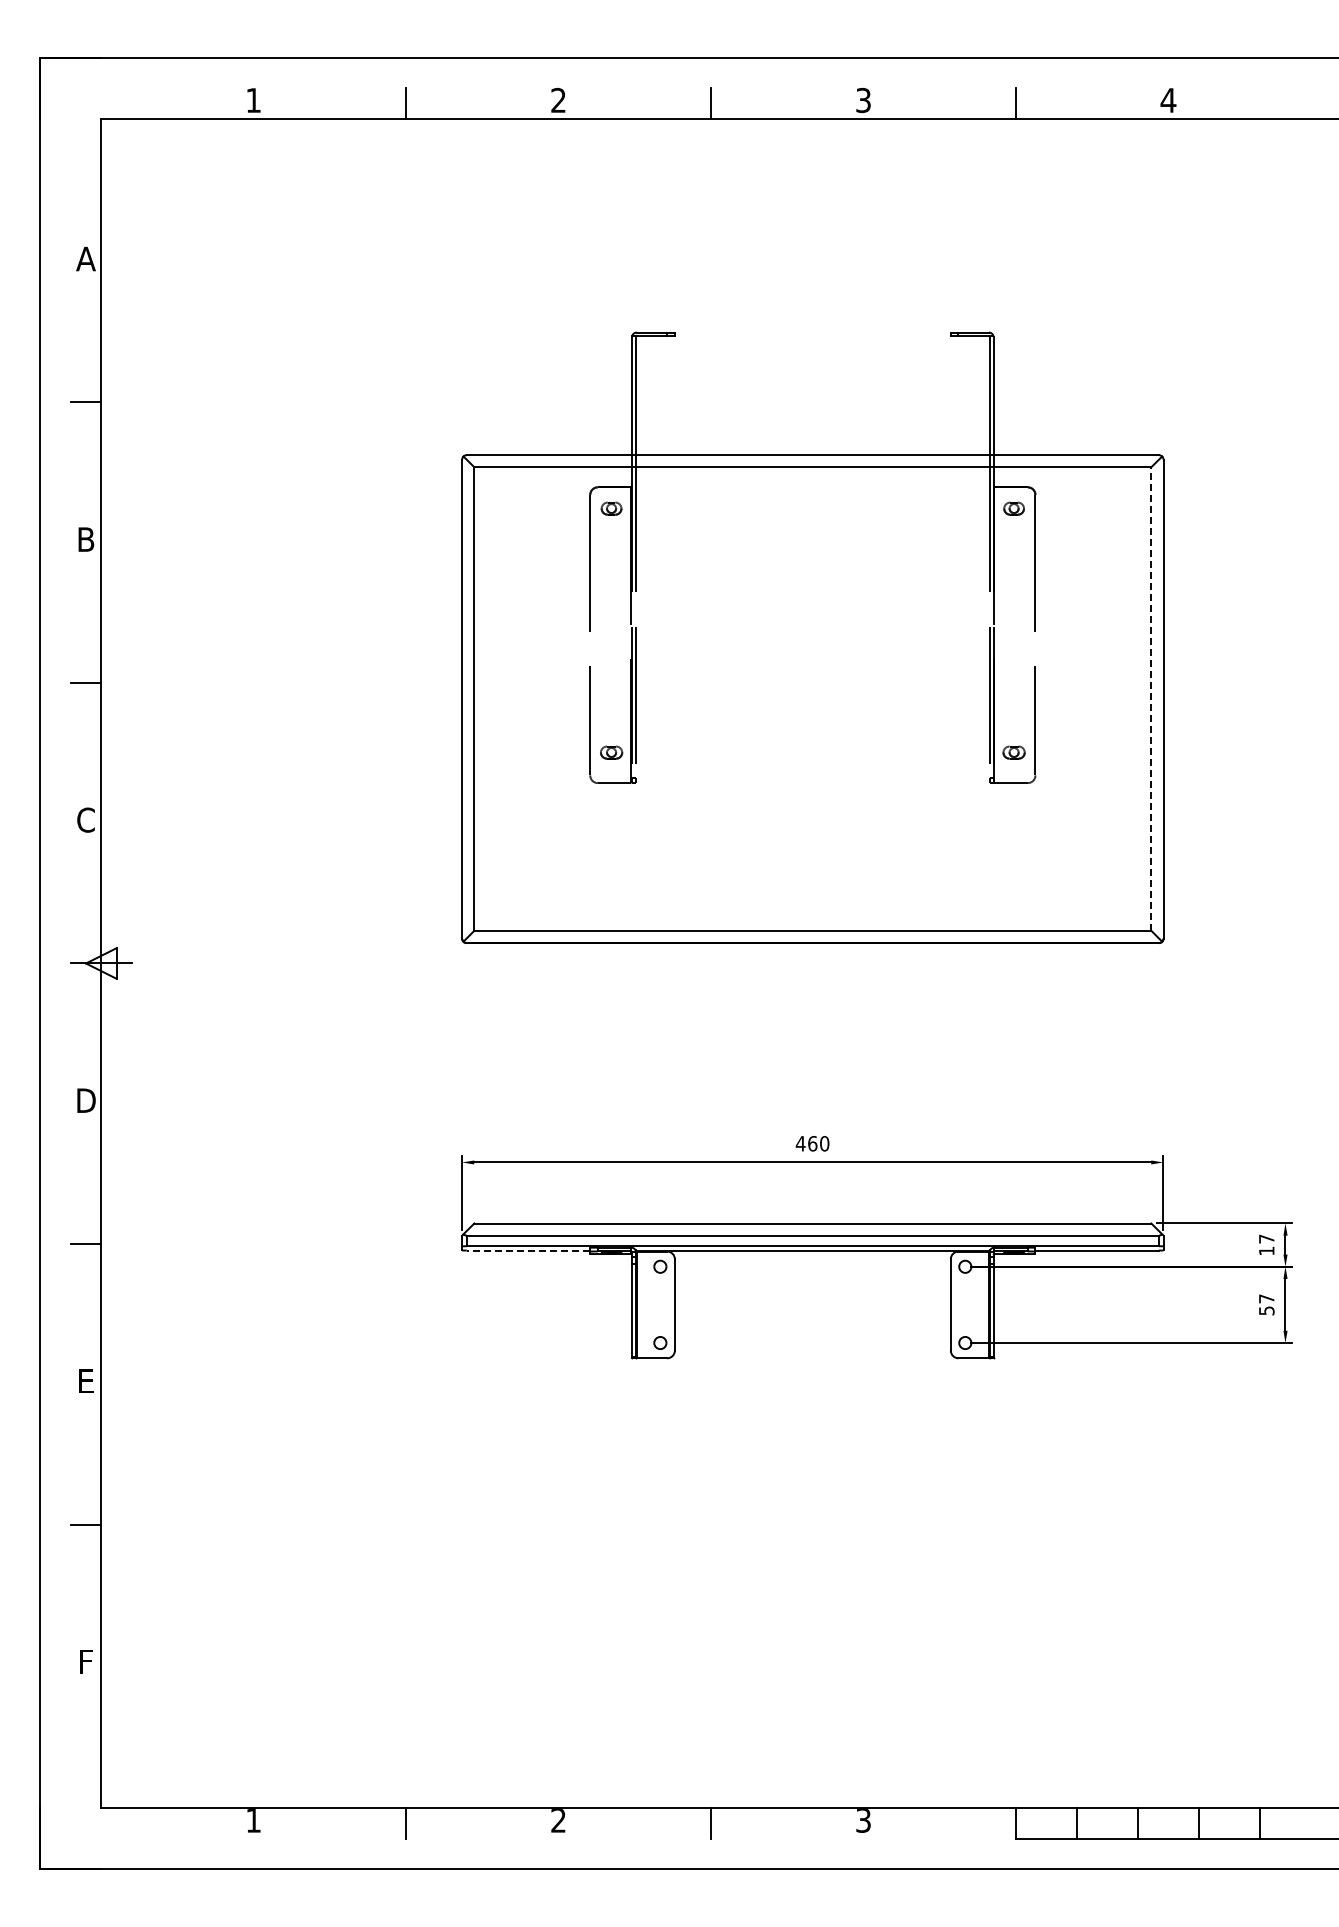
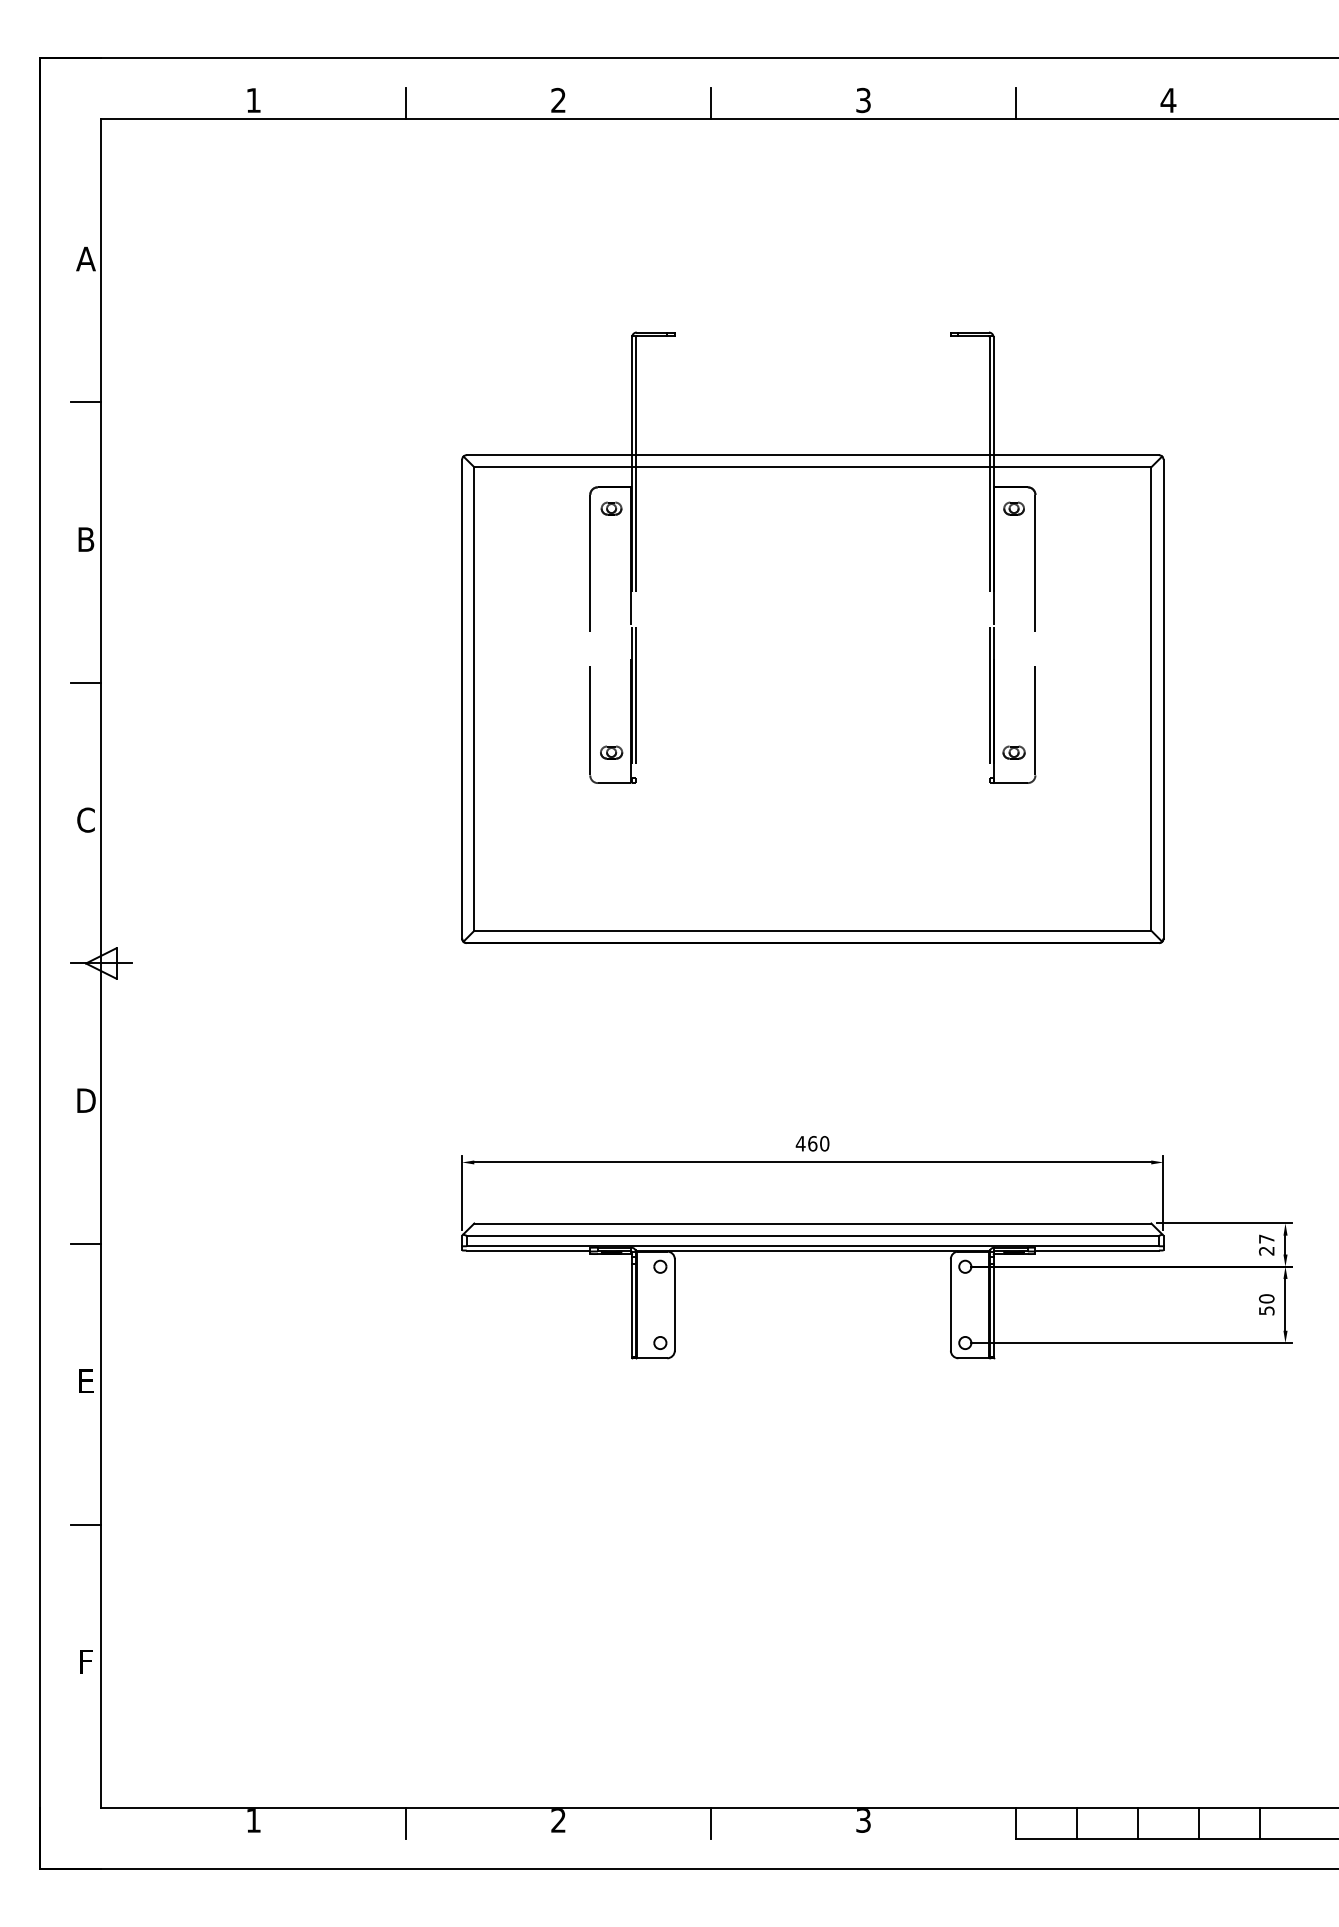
line at (1151, 699): dashed -> solid
line at (528, 1250): dashed -> solid
text at (1266, 1250): 17 -> 27
text at (1266, 1298): 57 -> 50
